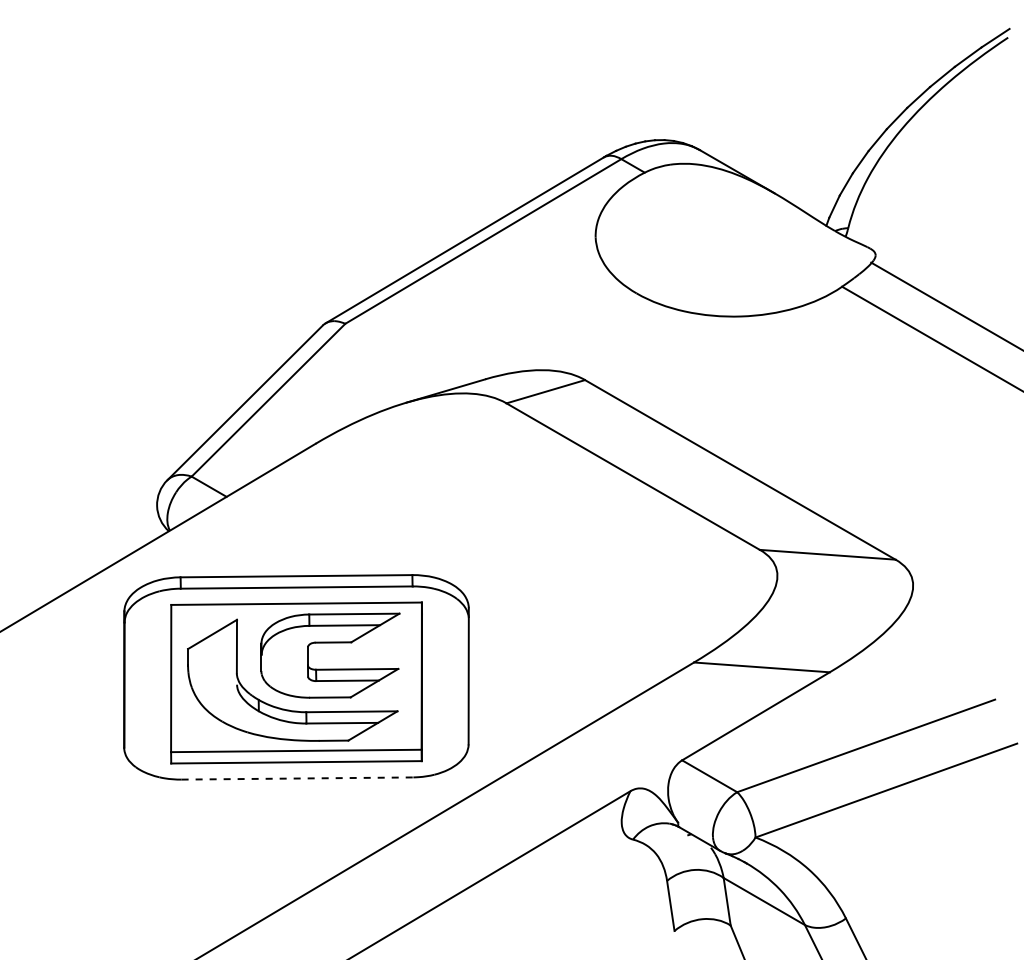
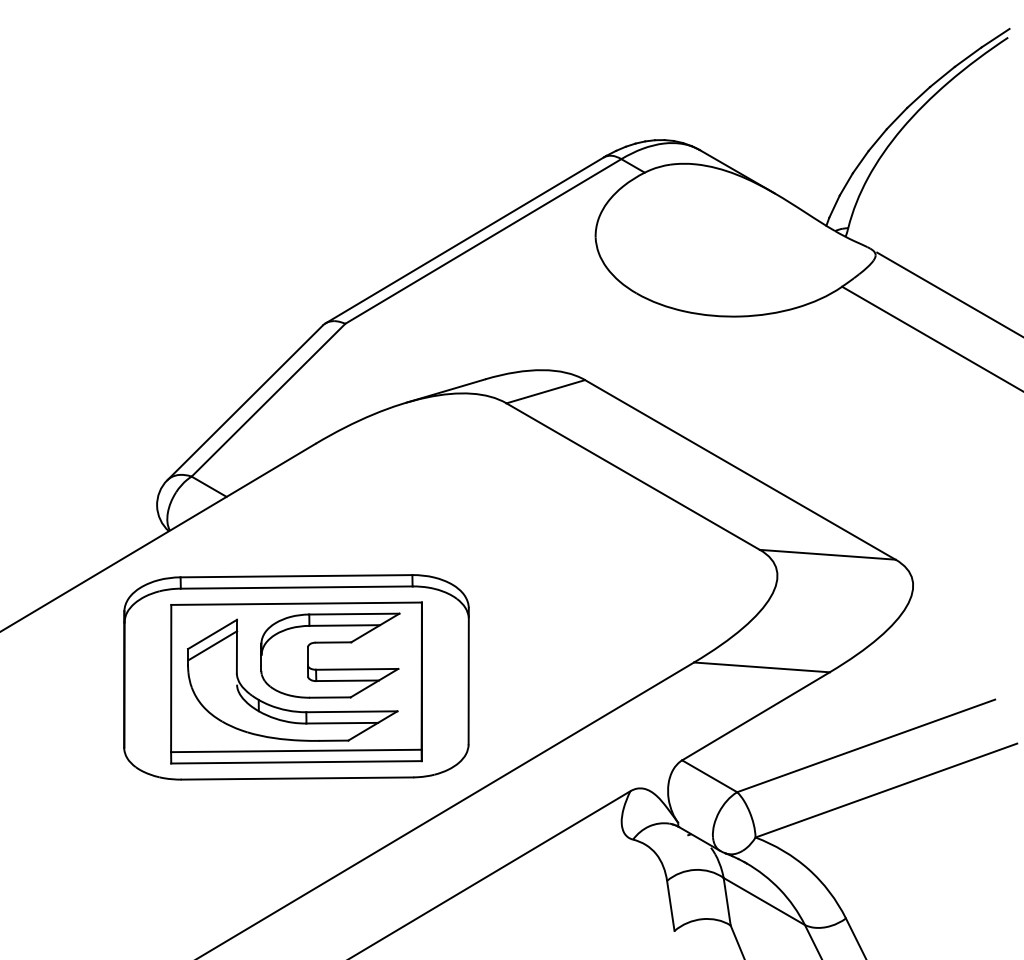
line at (945, 305) position: (945, 305) -> (948, 293)
line at (212, 645): none -> present
line at (297, 778): dashed -> solid
